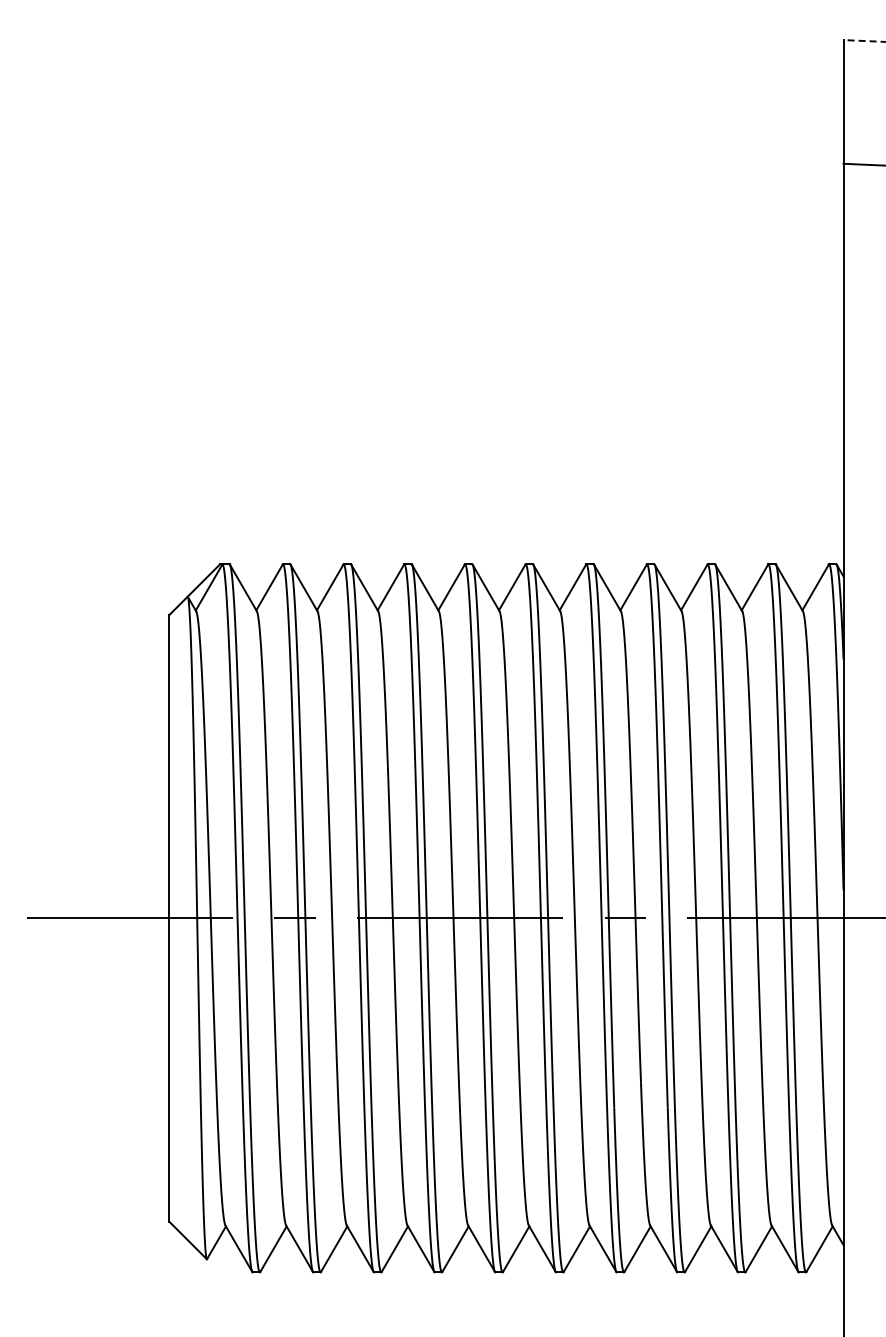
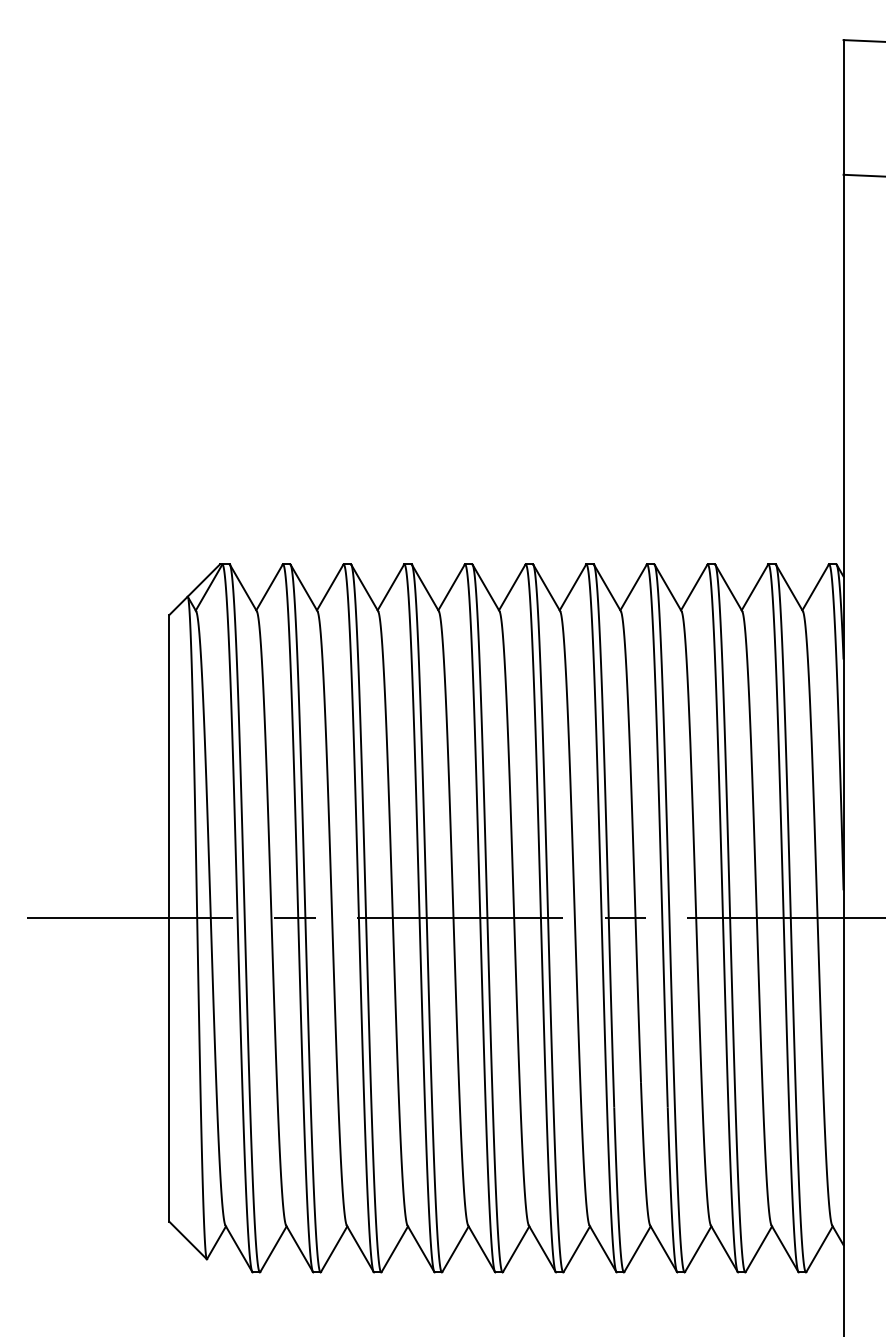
line at (864, 41): dashed -> solid
line at (862, 164) position: (862, 164) -> (862, 175)
